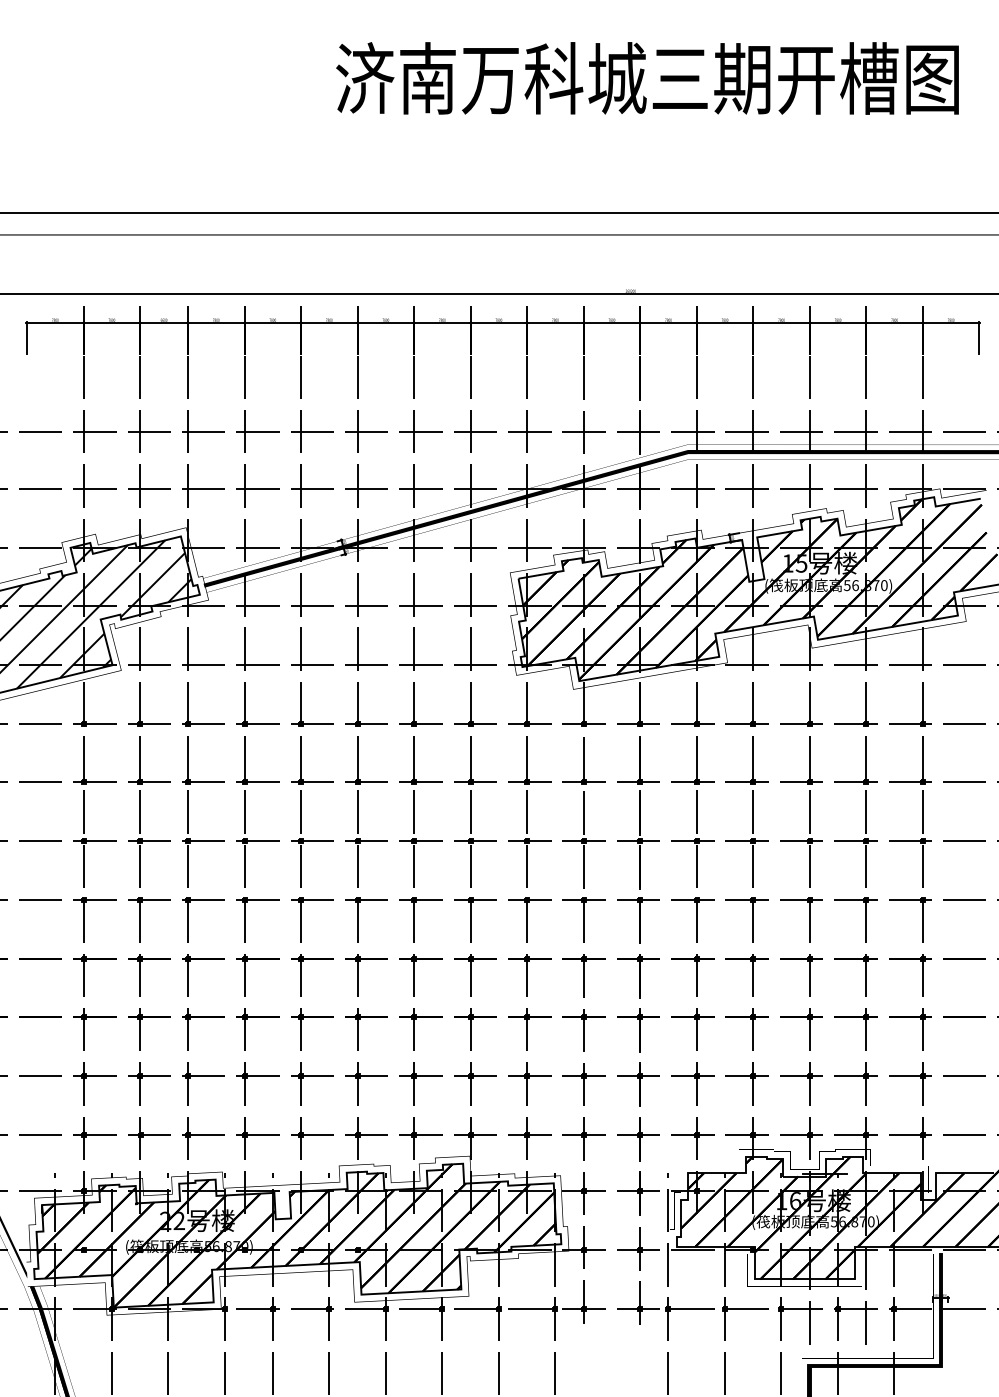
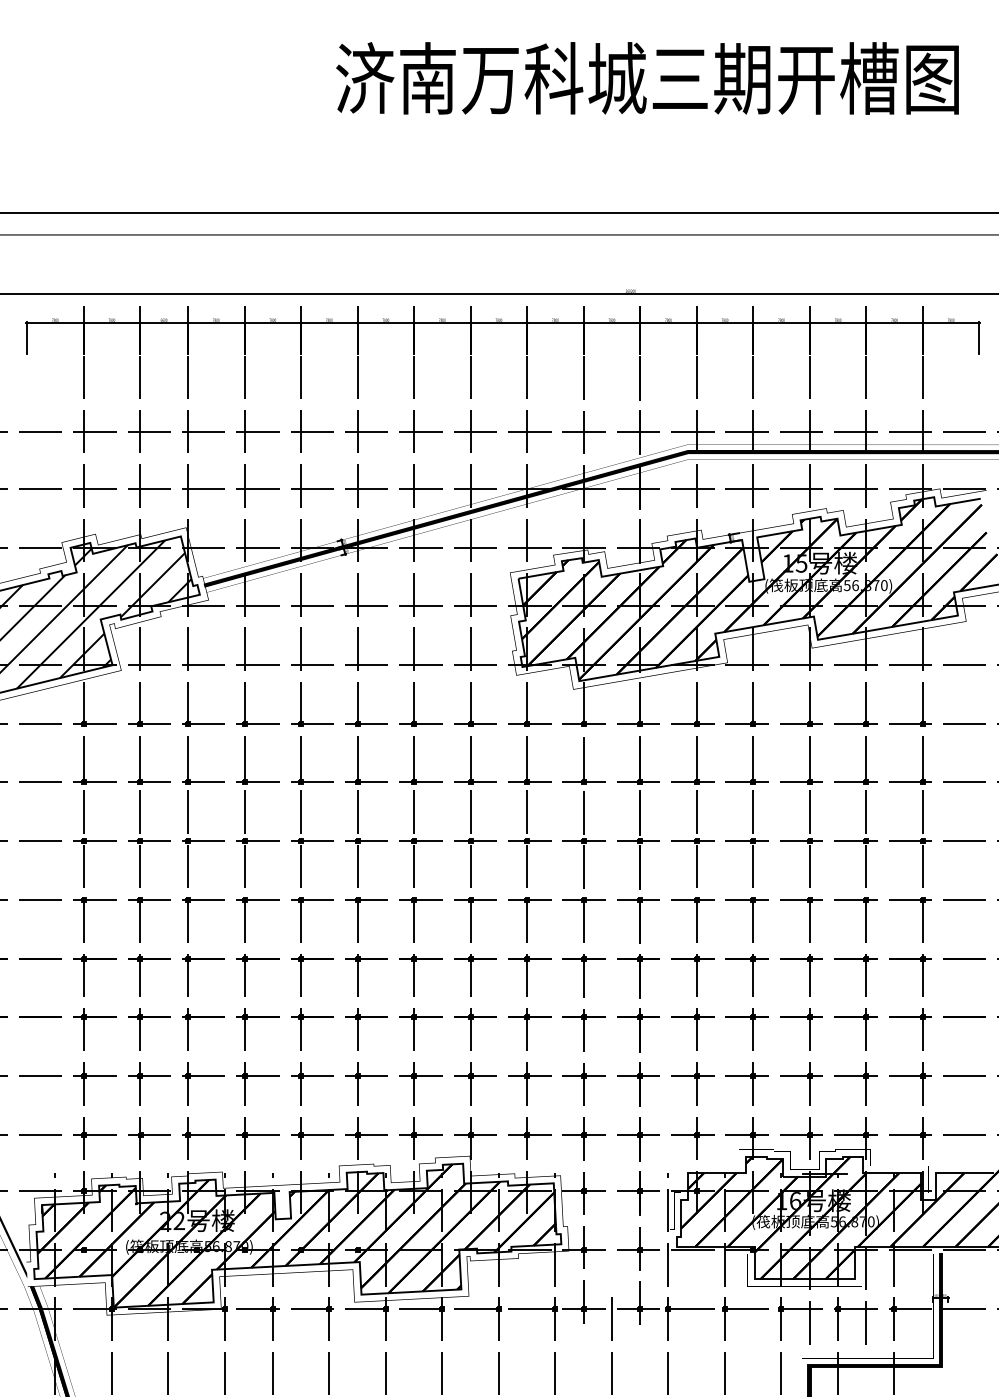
line at (611, 1344): none -> present
